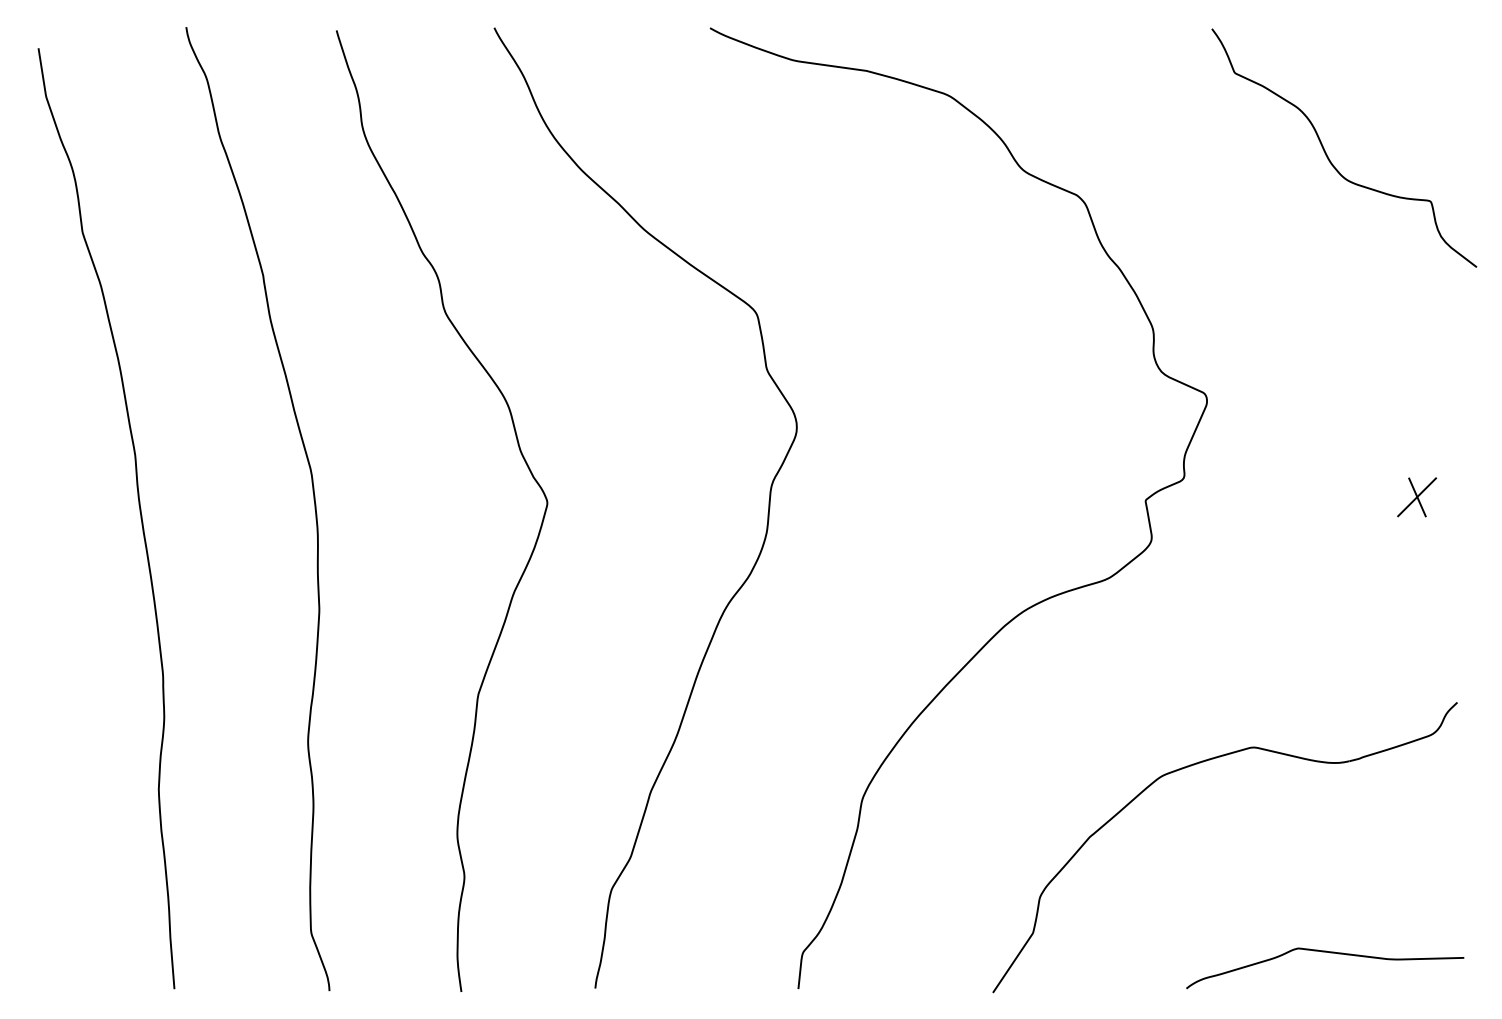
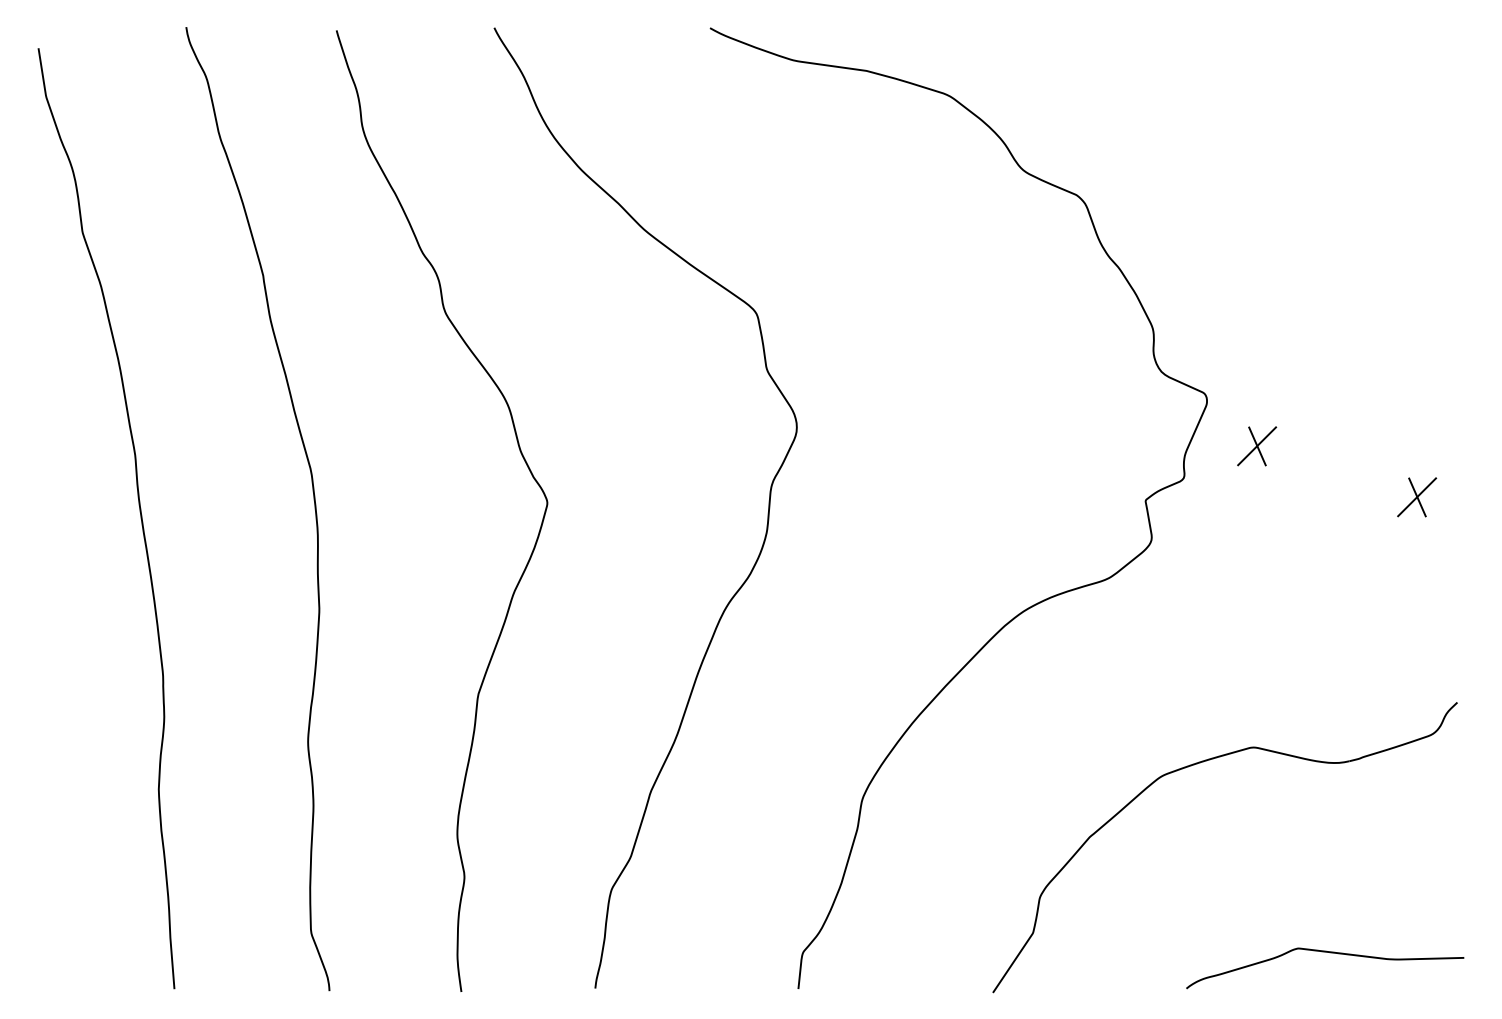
curve at (1328, 156): present -> none
part at (1257, 446): none -> present
